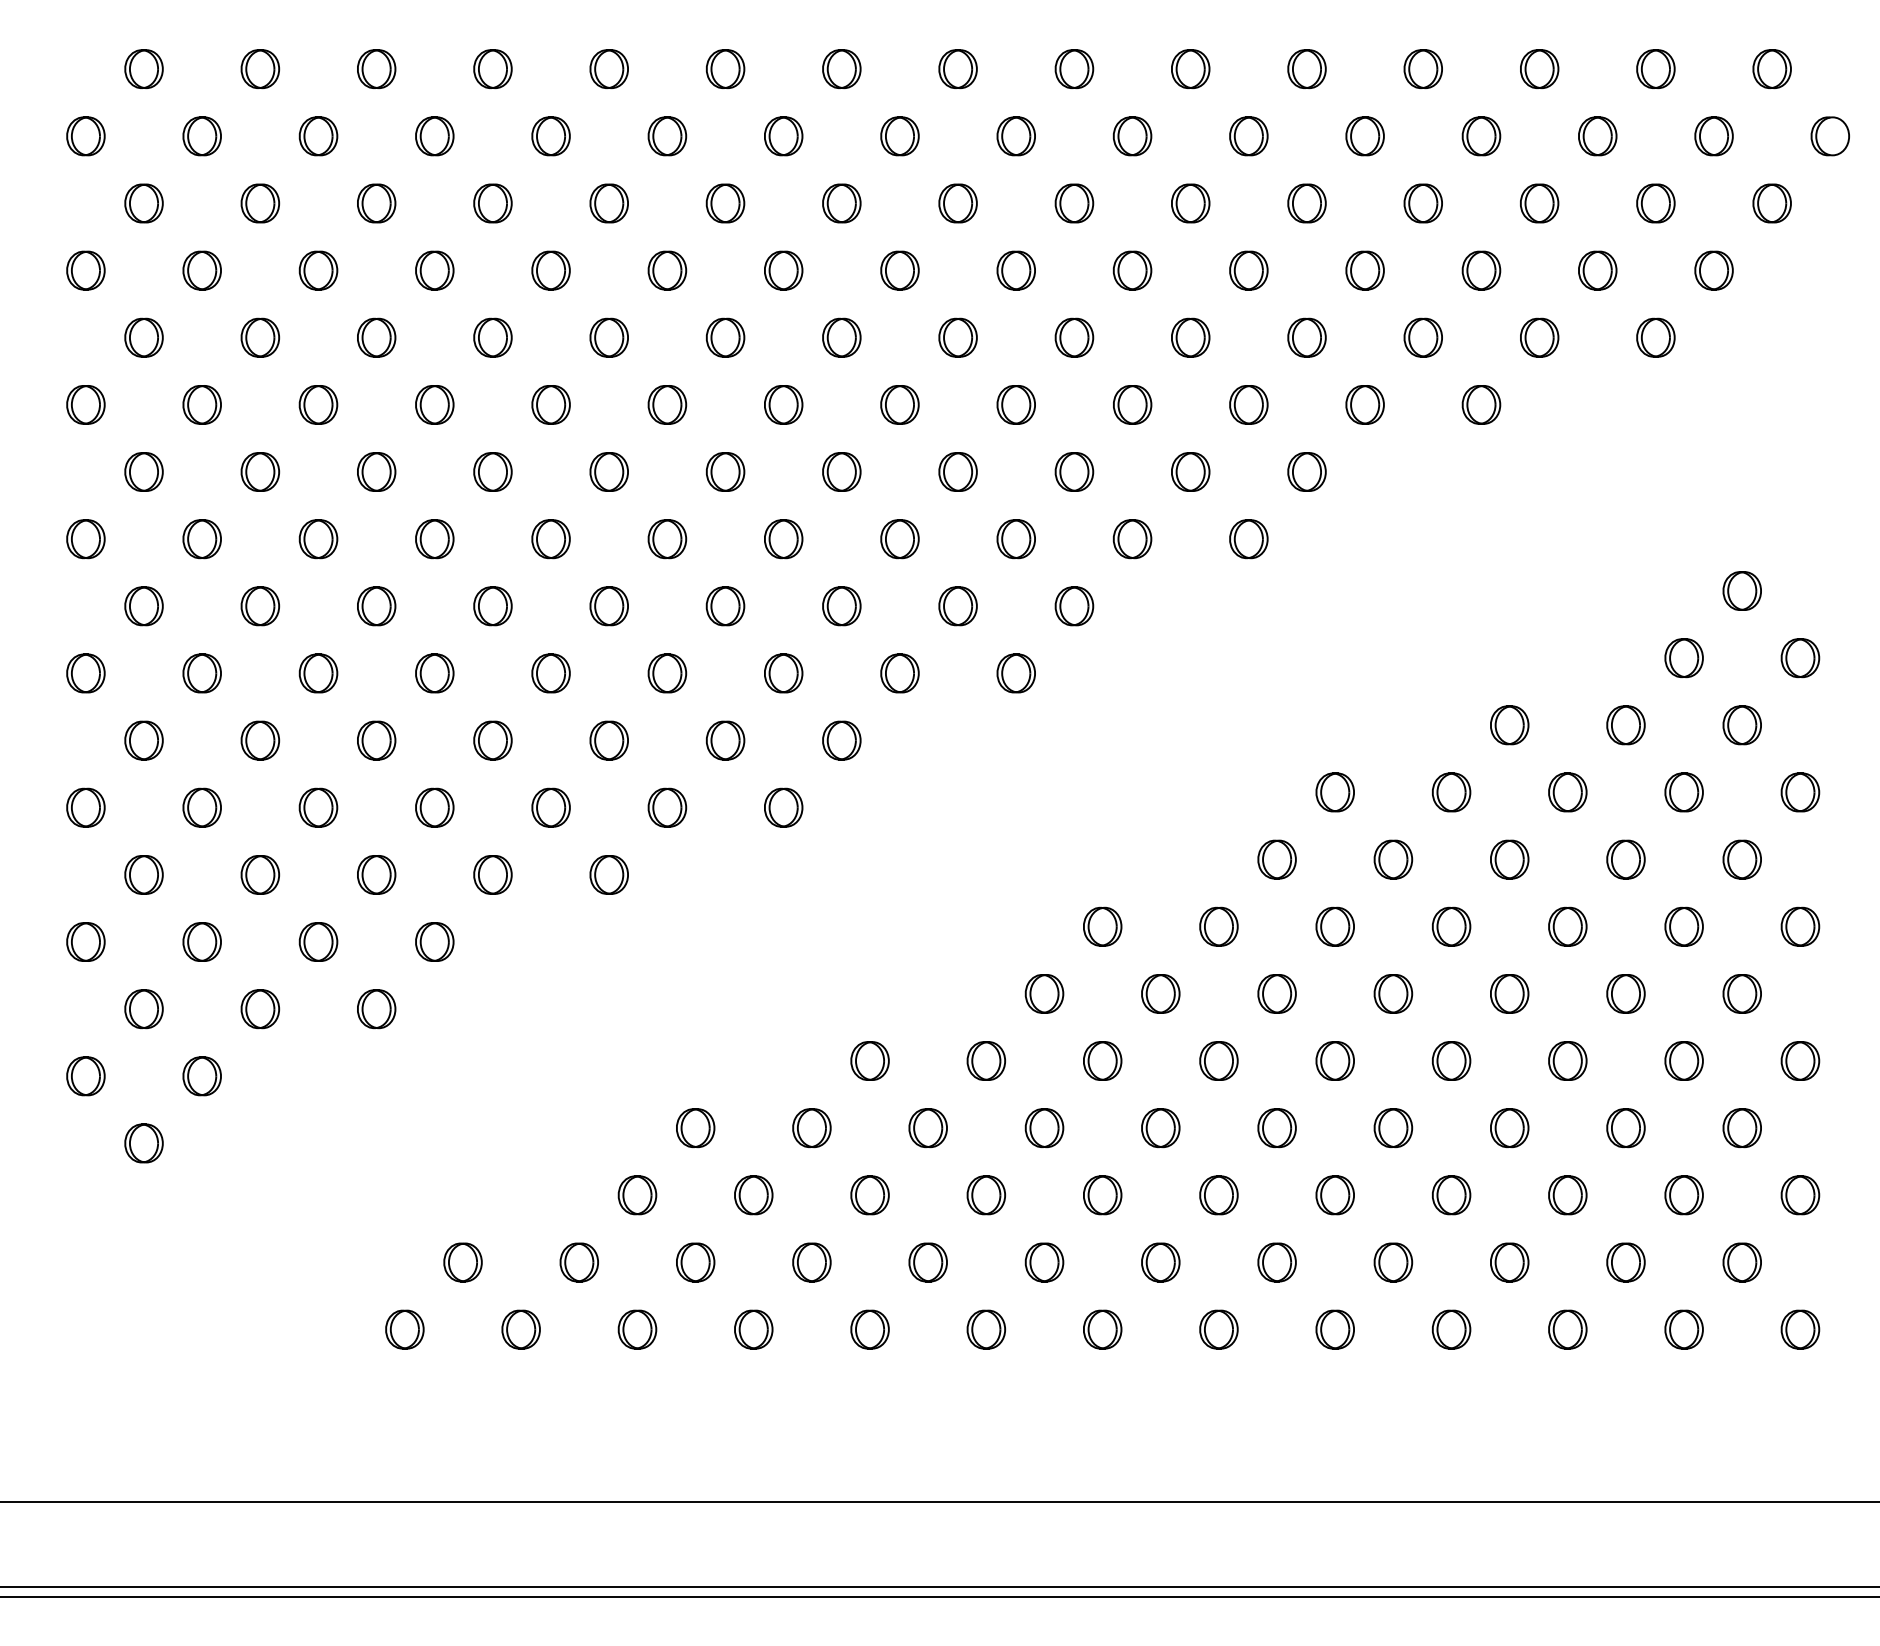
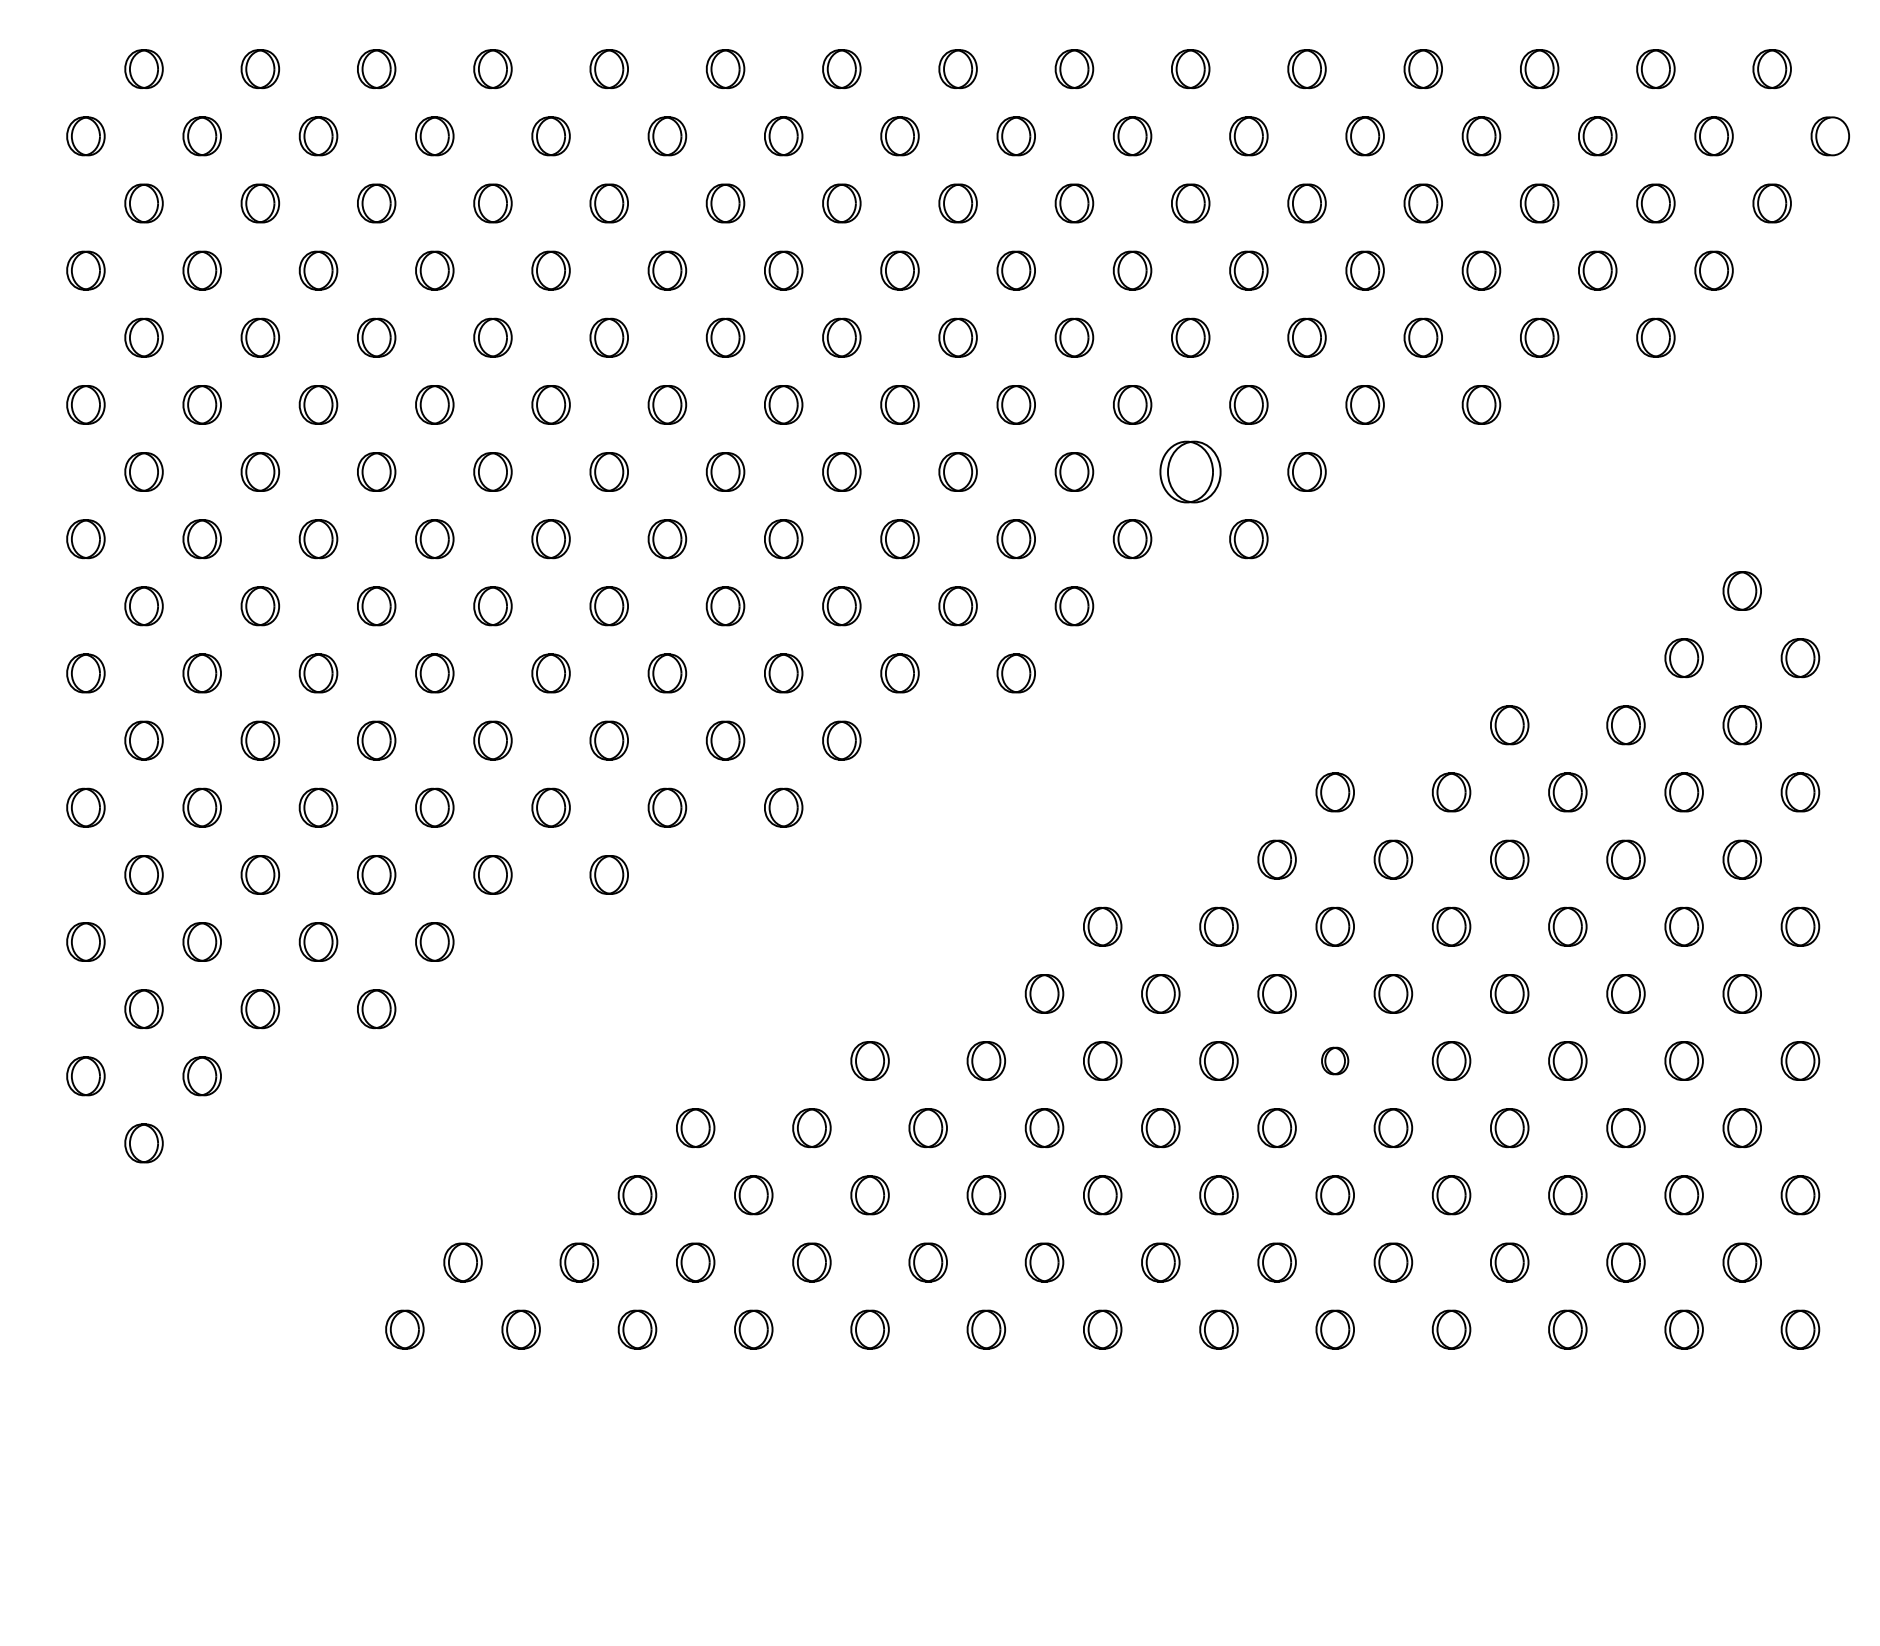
part at (1190, 471) size: 40x40 px -> 63x64 px
part at (1334, 1060) size: 40x40 px -> 29x30 px
line at (939, 1501): present -> none
line at (939, 1587): present -> none
line at (939, 1596): present -> none
